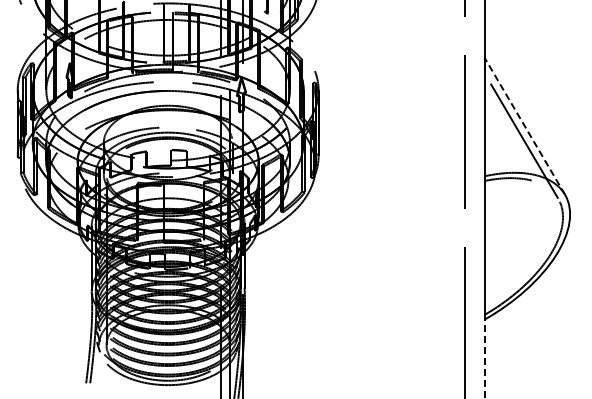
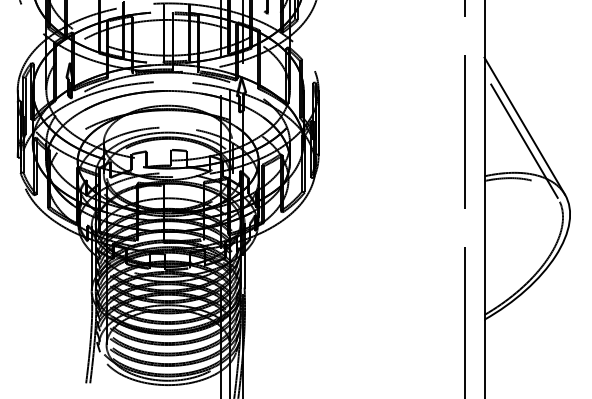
line at (524, 125): dashed -> solid
line at (484, 358): dashed -> solid
